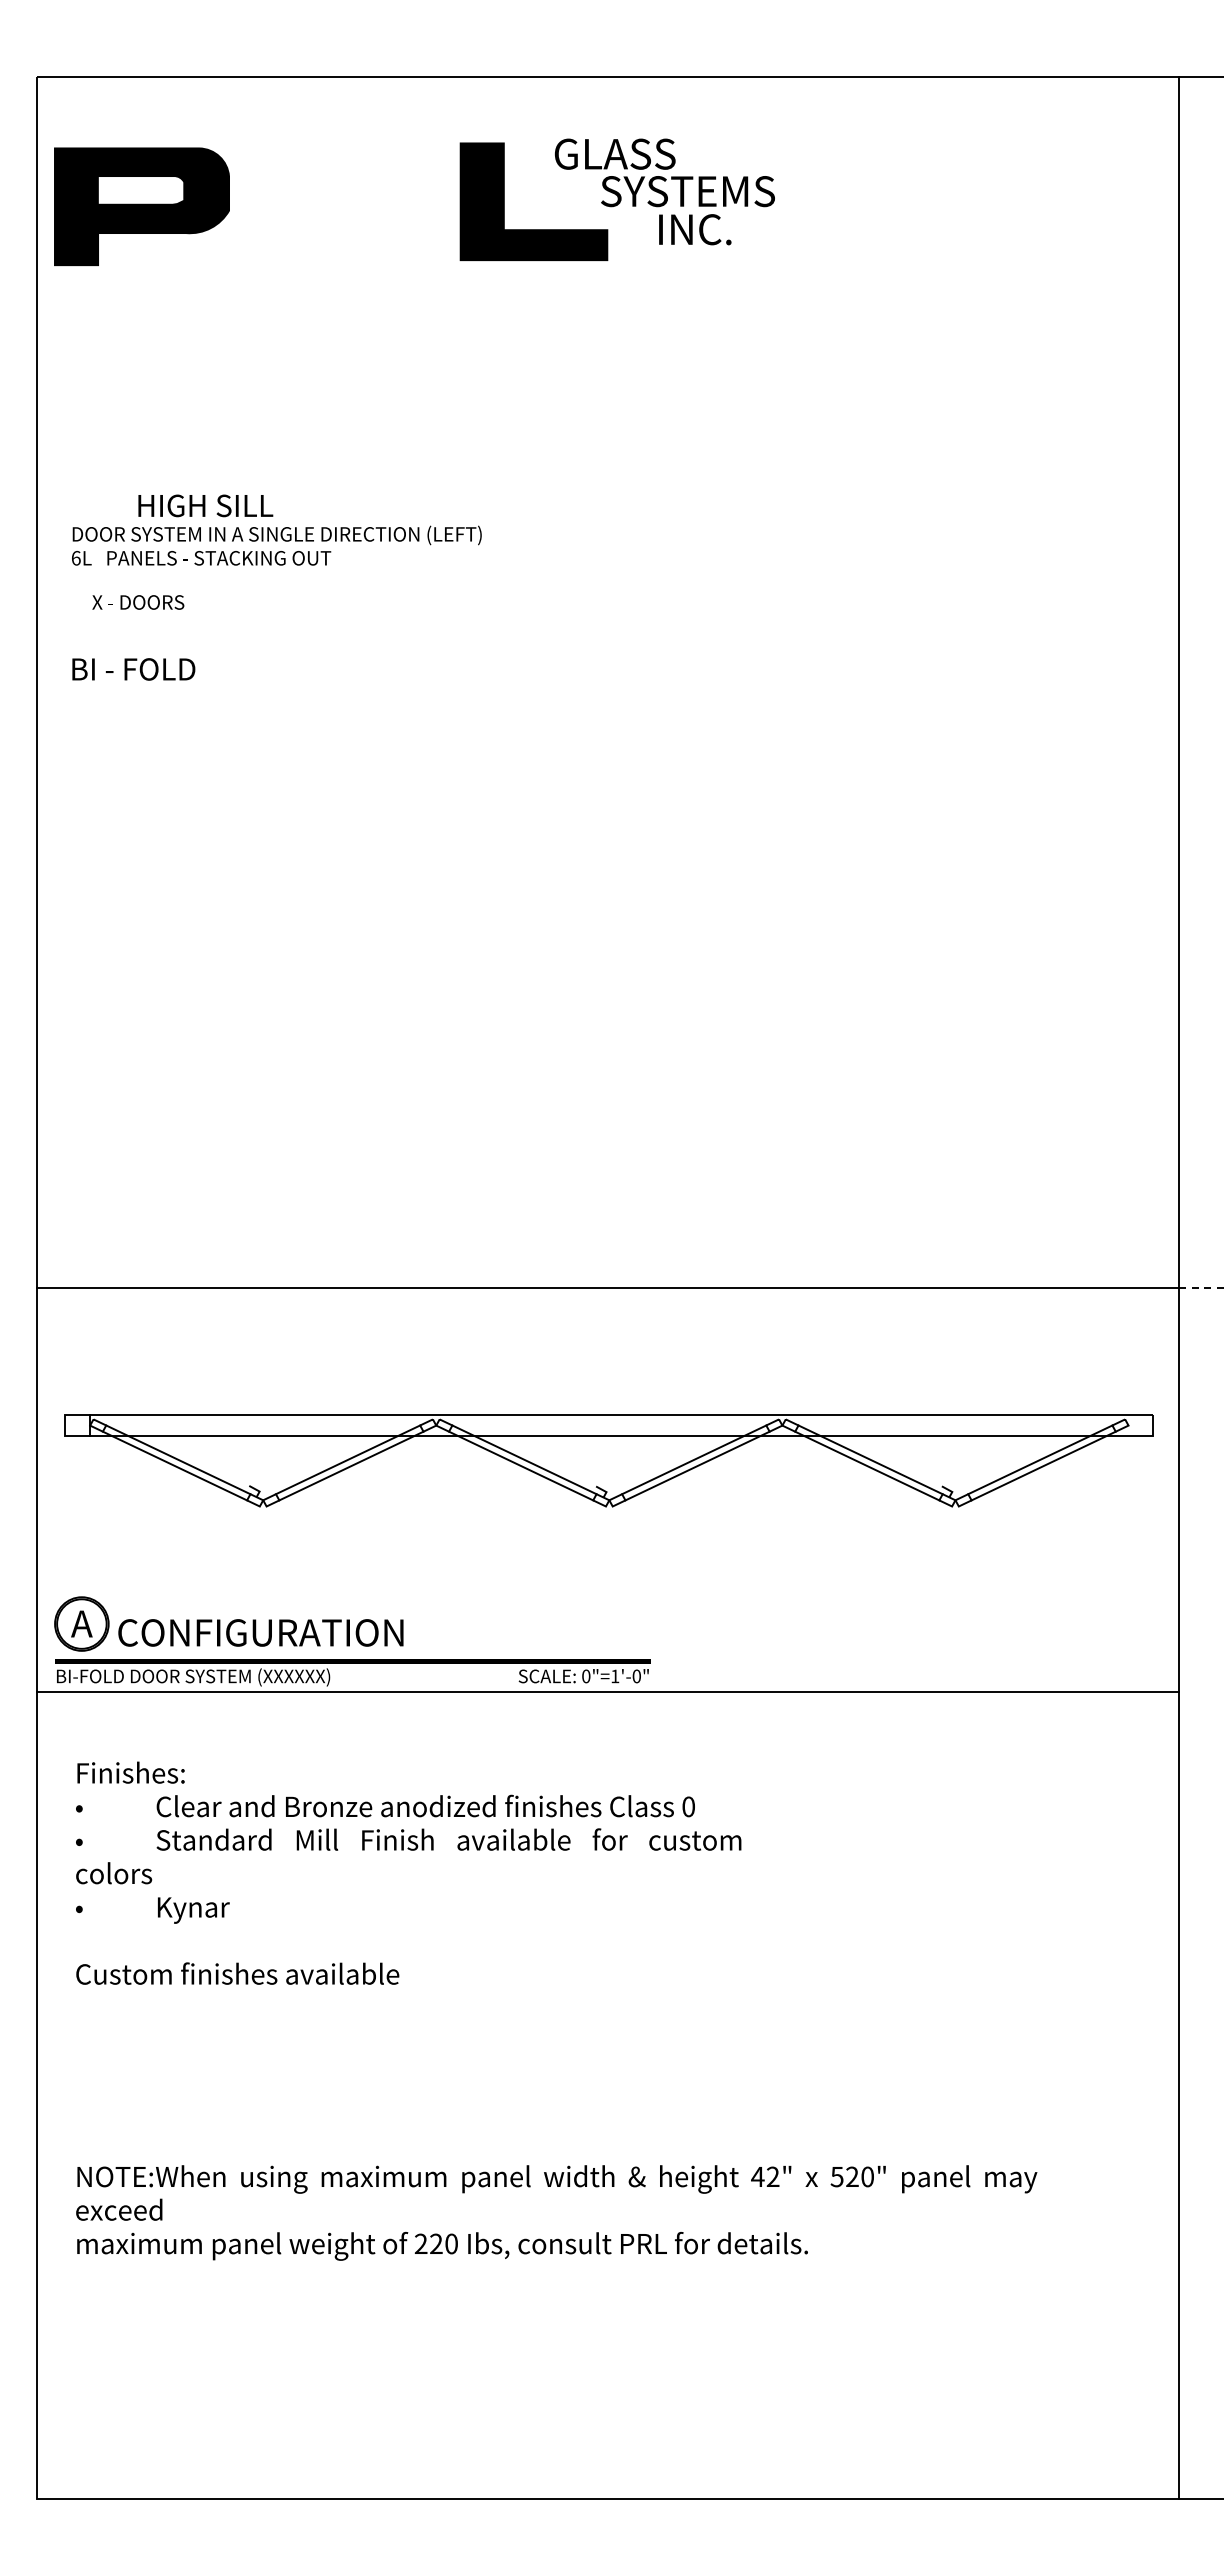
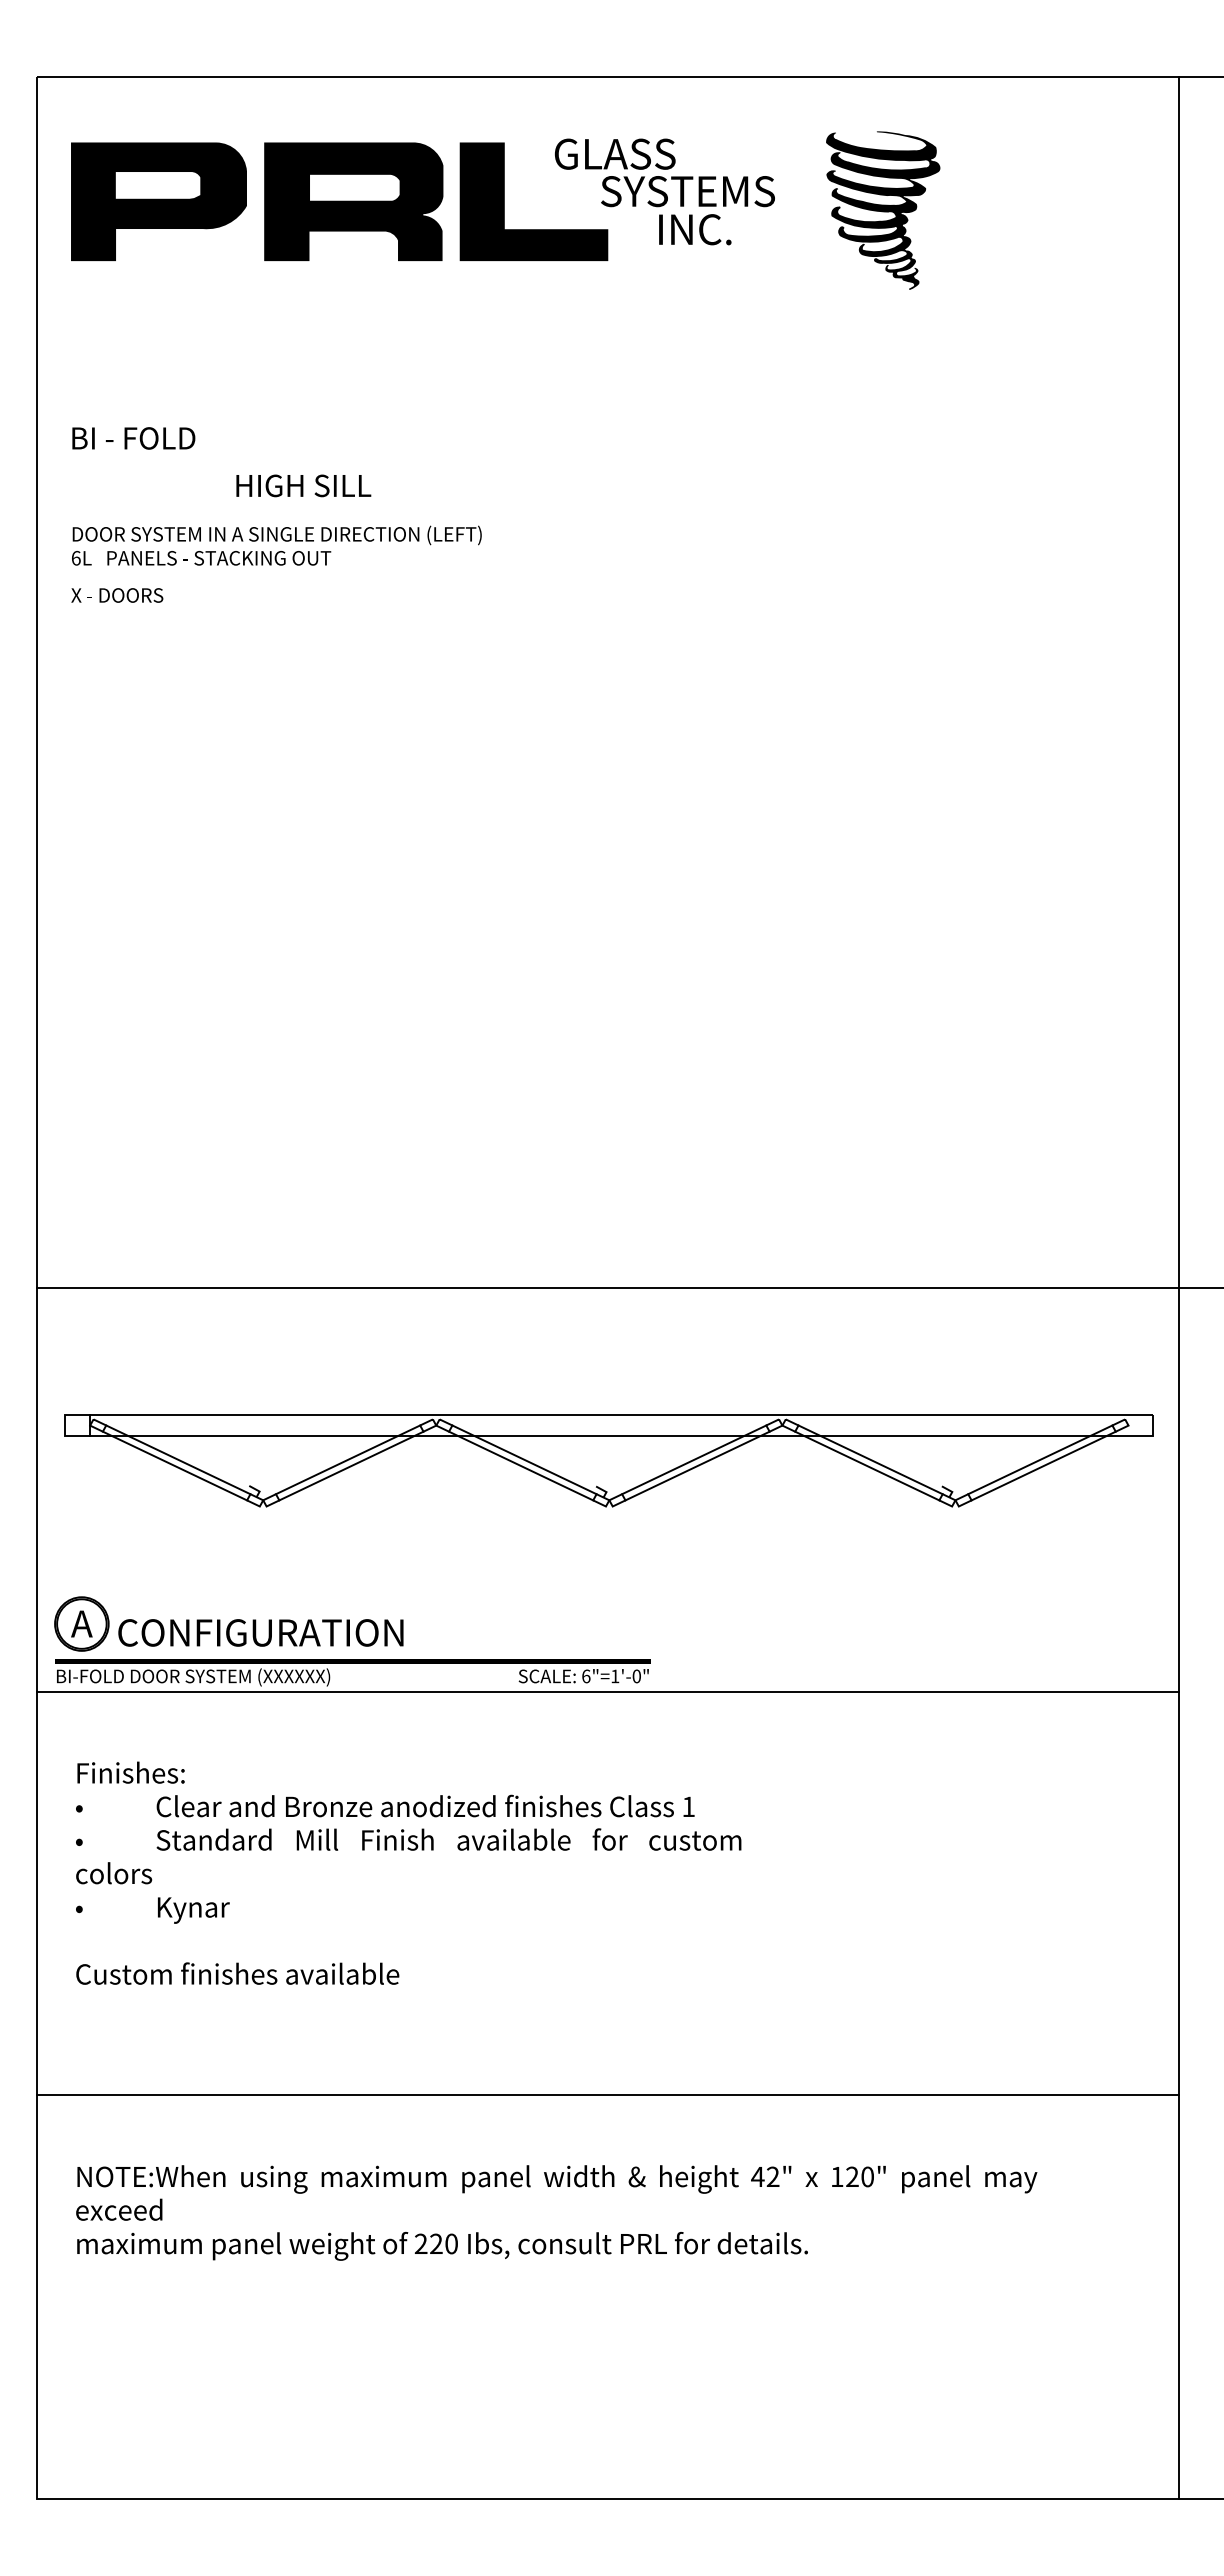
part at (353, 201): none -> present
part at (141, 206) position: (141, 206) -> (158, 201)
fill at (883, 210): none -> present
text at (205, 505) position: (205, 505) -> (303, 485)
text at (138, 602) position: (138, 602) -> (117, 595)
text at (133, 669) position: (133, 669) -> (133, 438)
line at (1201, 1288): dashed -> solid
text at (586, 1676): 0"=1'-0" -> 6"=1'-0"
text at (688, 1806): 0 -> 1
line at (607, 2095): none -> present
text at (836, 2177): 520" -> 120"
